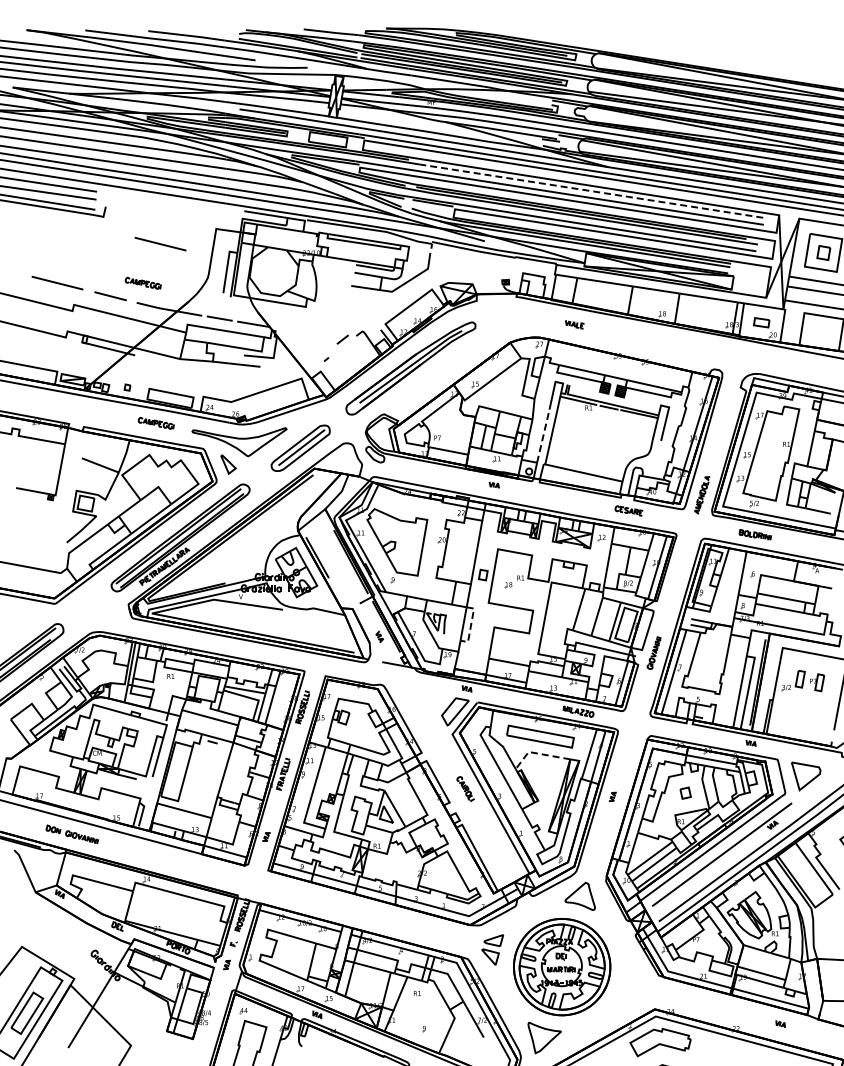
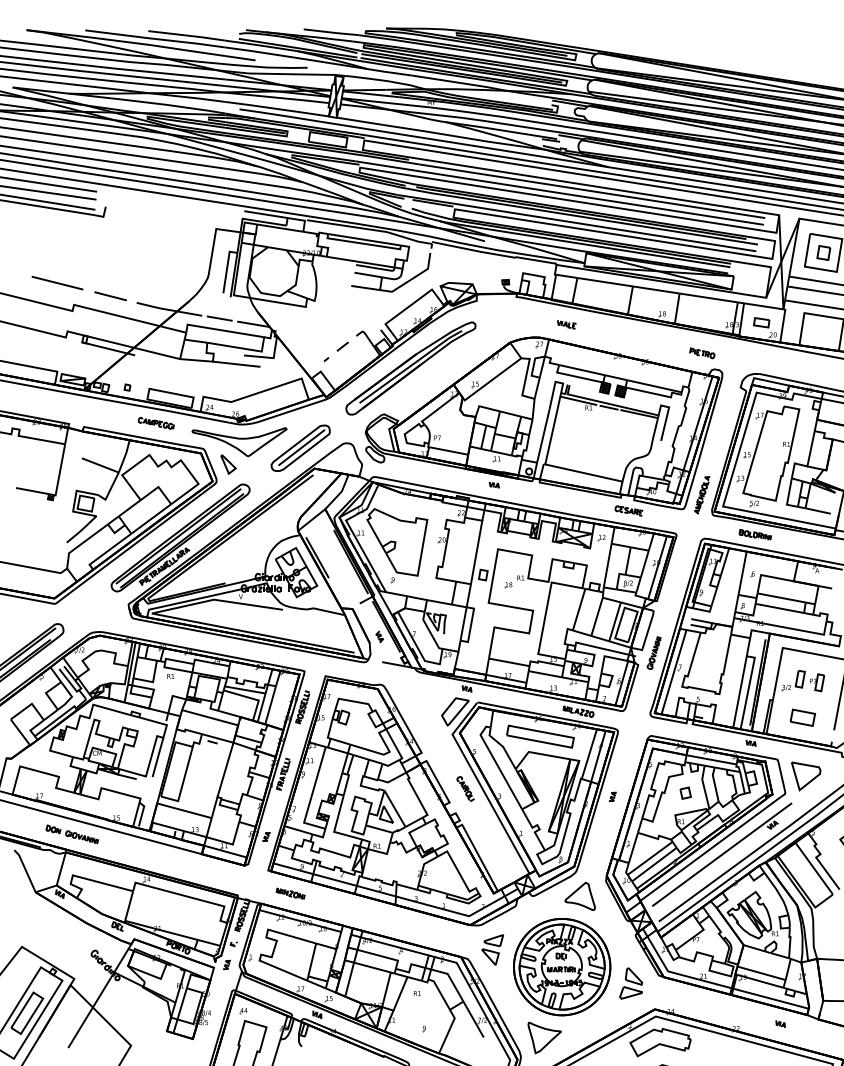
line at (592, 191): dashed -> solid
line at (160, 243): present -> none
part at (142, 282): present -> none
part at (574, 324) position: (574, 324) -> (566, 324)
line at (342, 339) position: (342, 339) -> (342, 346)
part at (702, 353): none -> present
line at (543, 435): dashed -> solid
line at (471, 625): dashed -> solid
part at (802, 717): none -> present
line at (538, 753): dashed -> solid
part at (290, 893): none -> present
part at (631, 983): none -> present
